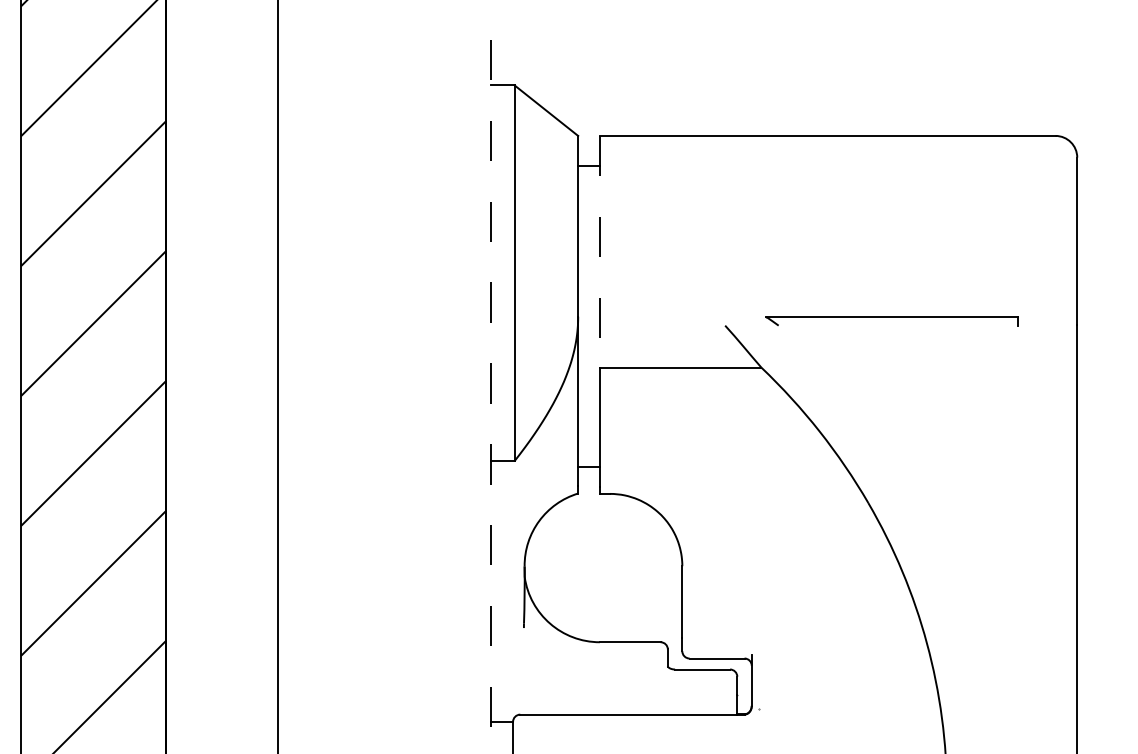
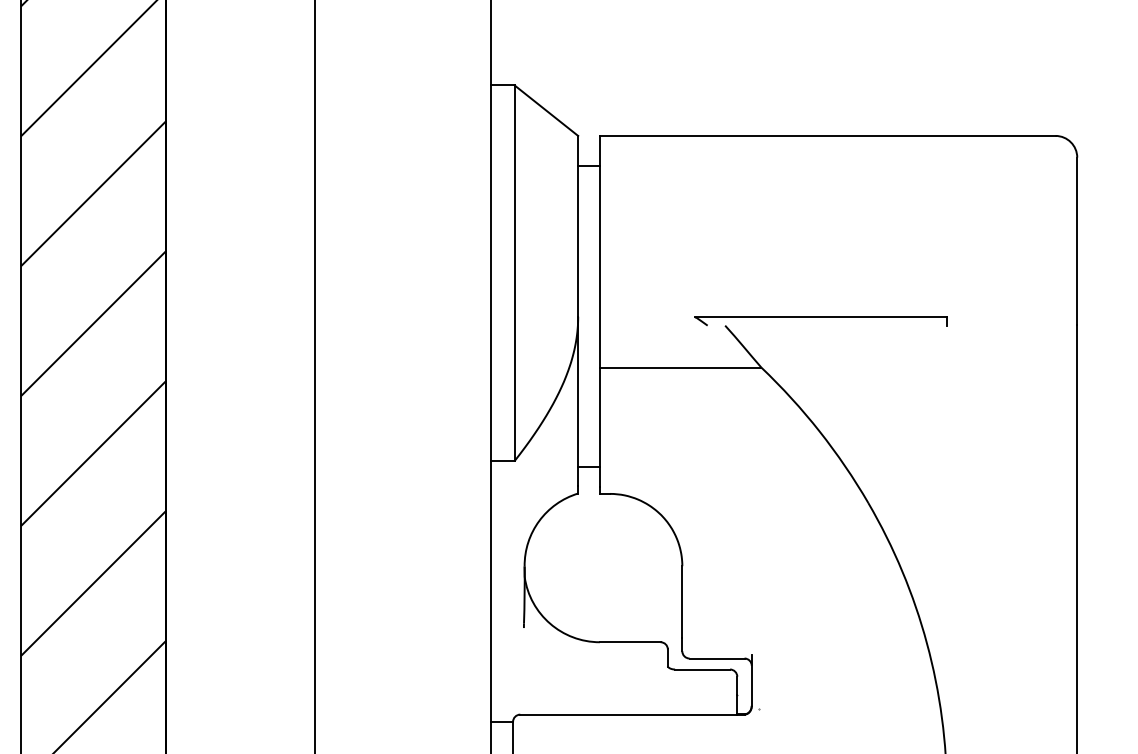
line at (599, 251): dashed -> solid
part at (891, 321) position: (891, 321) -> (820, 321)
line at (278, 376) position: (278, 376) -> (315, 376)
line at (491, 377): dashed -> solid
